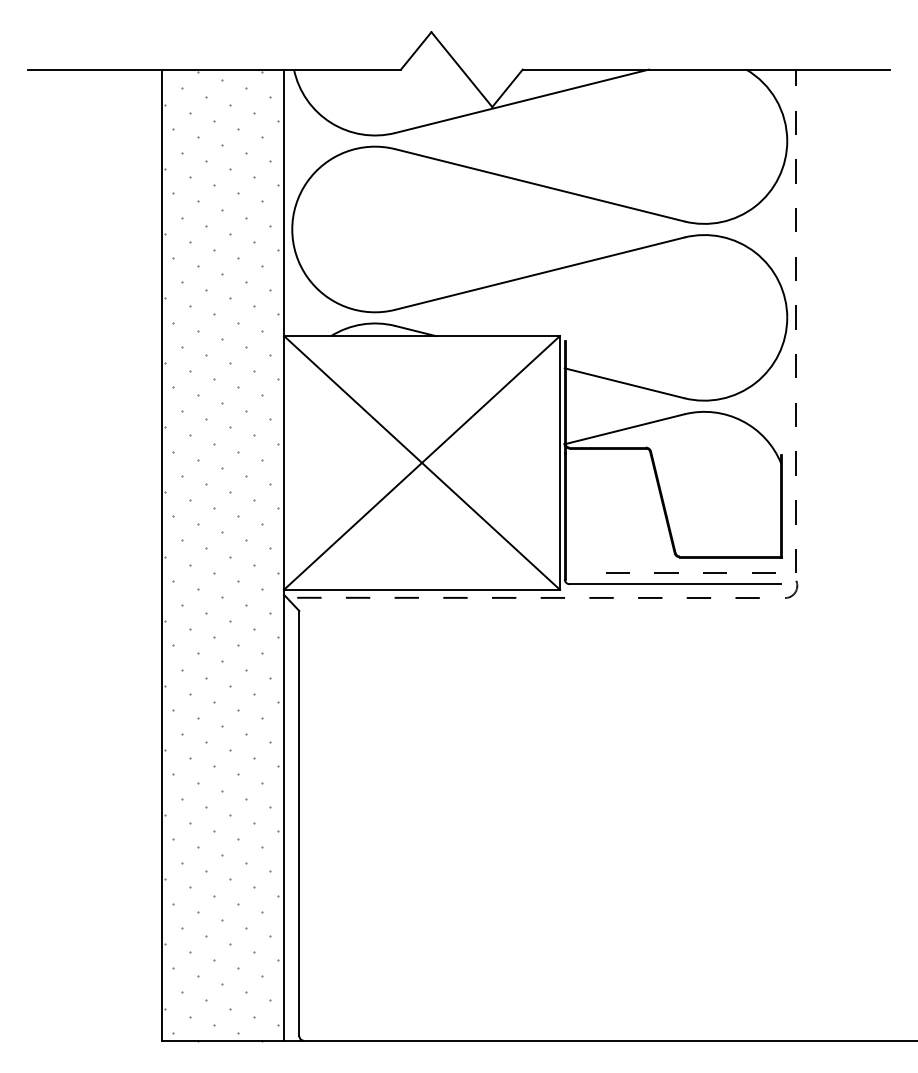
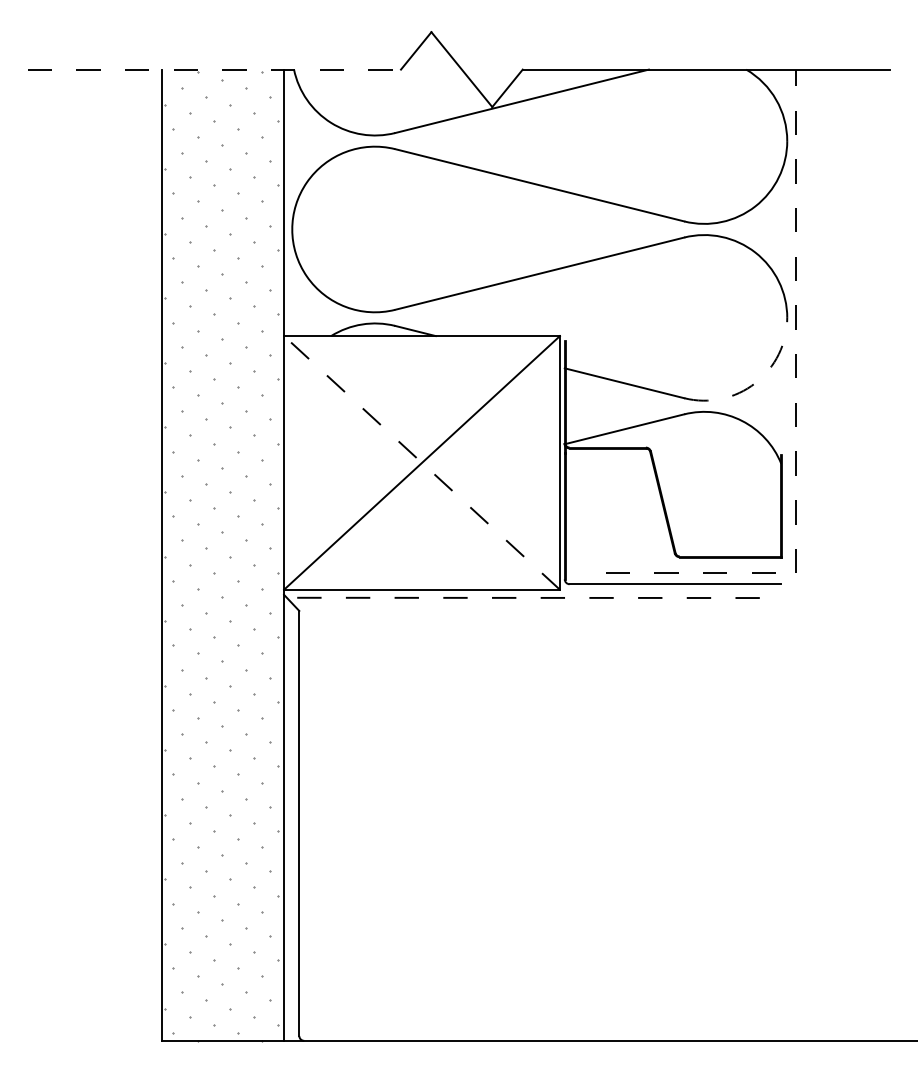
line at (214, 69): solid -> dashed
arc at (755, 383): solid -> dashed
line at (421, 462): solid -> dashed
arc at (794, 591): present -> none
